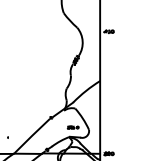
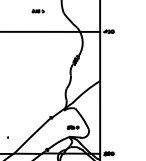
part at (37, 11): none -> present
line at (51, 31): none -> present
